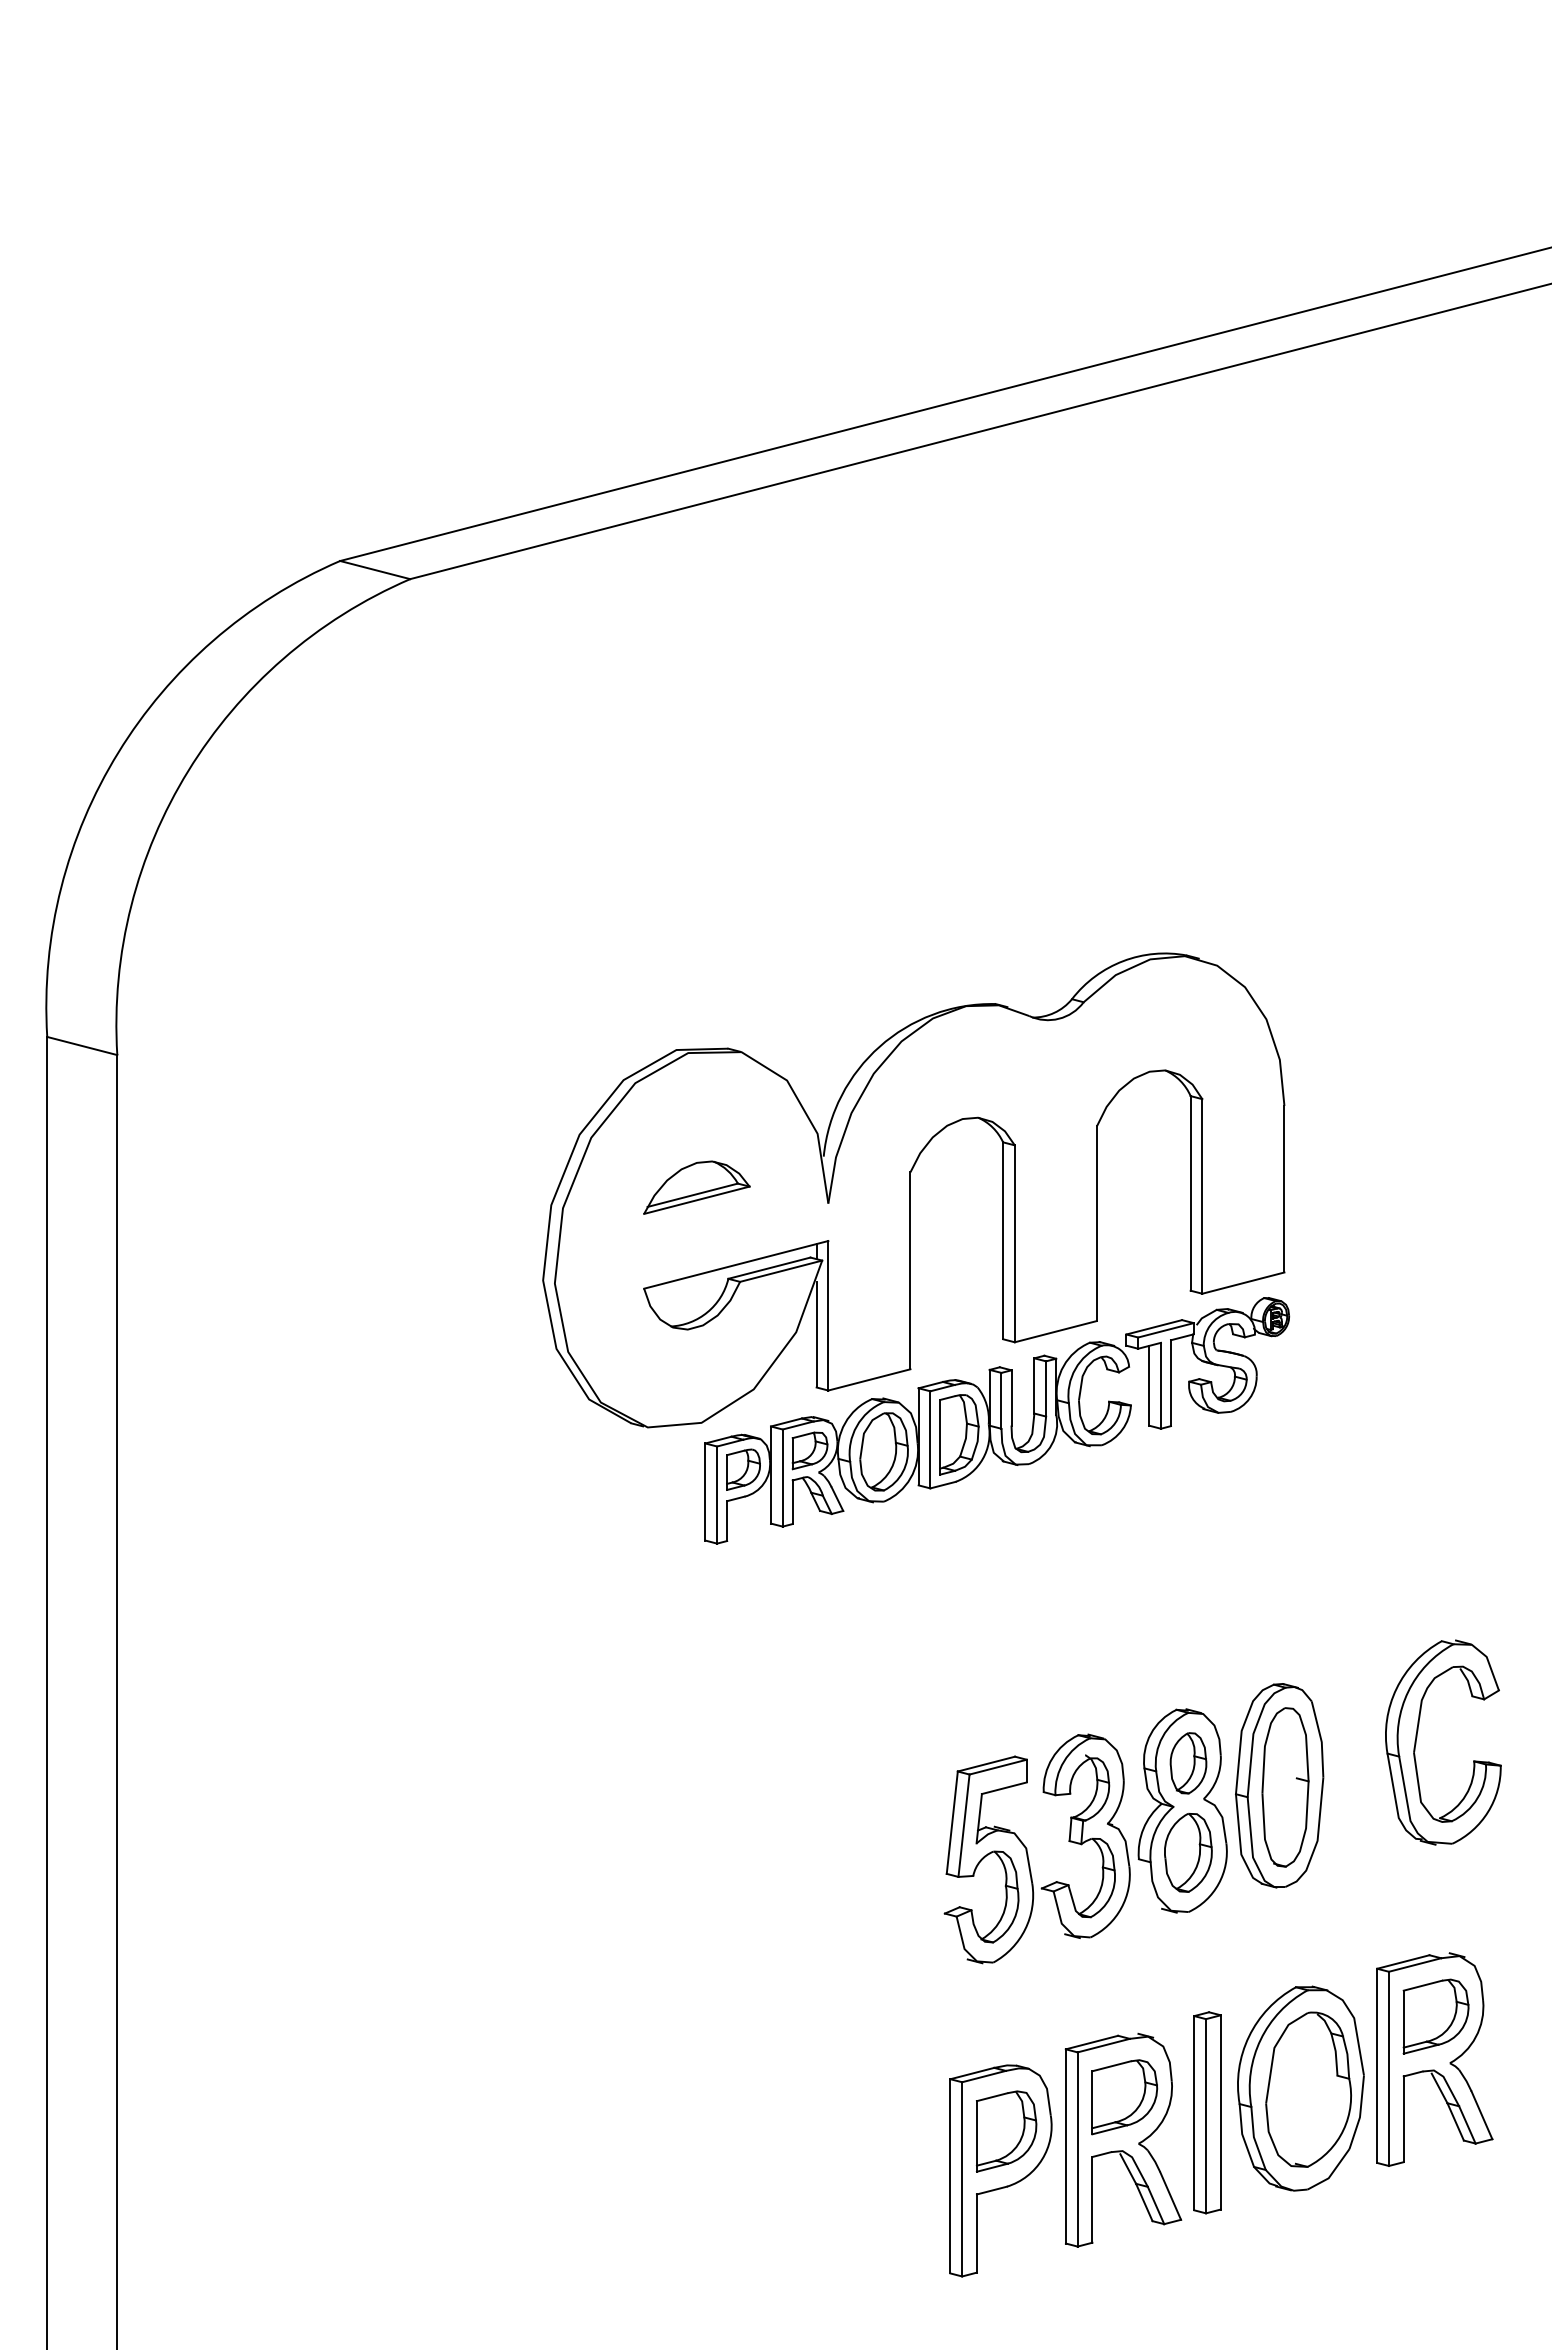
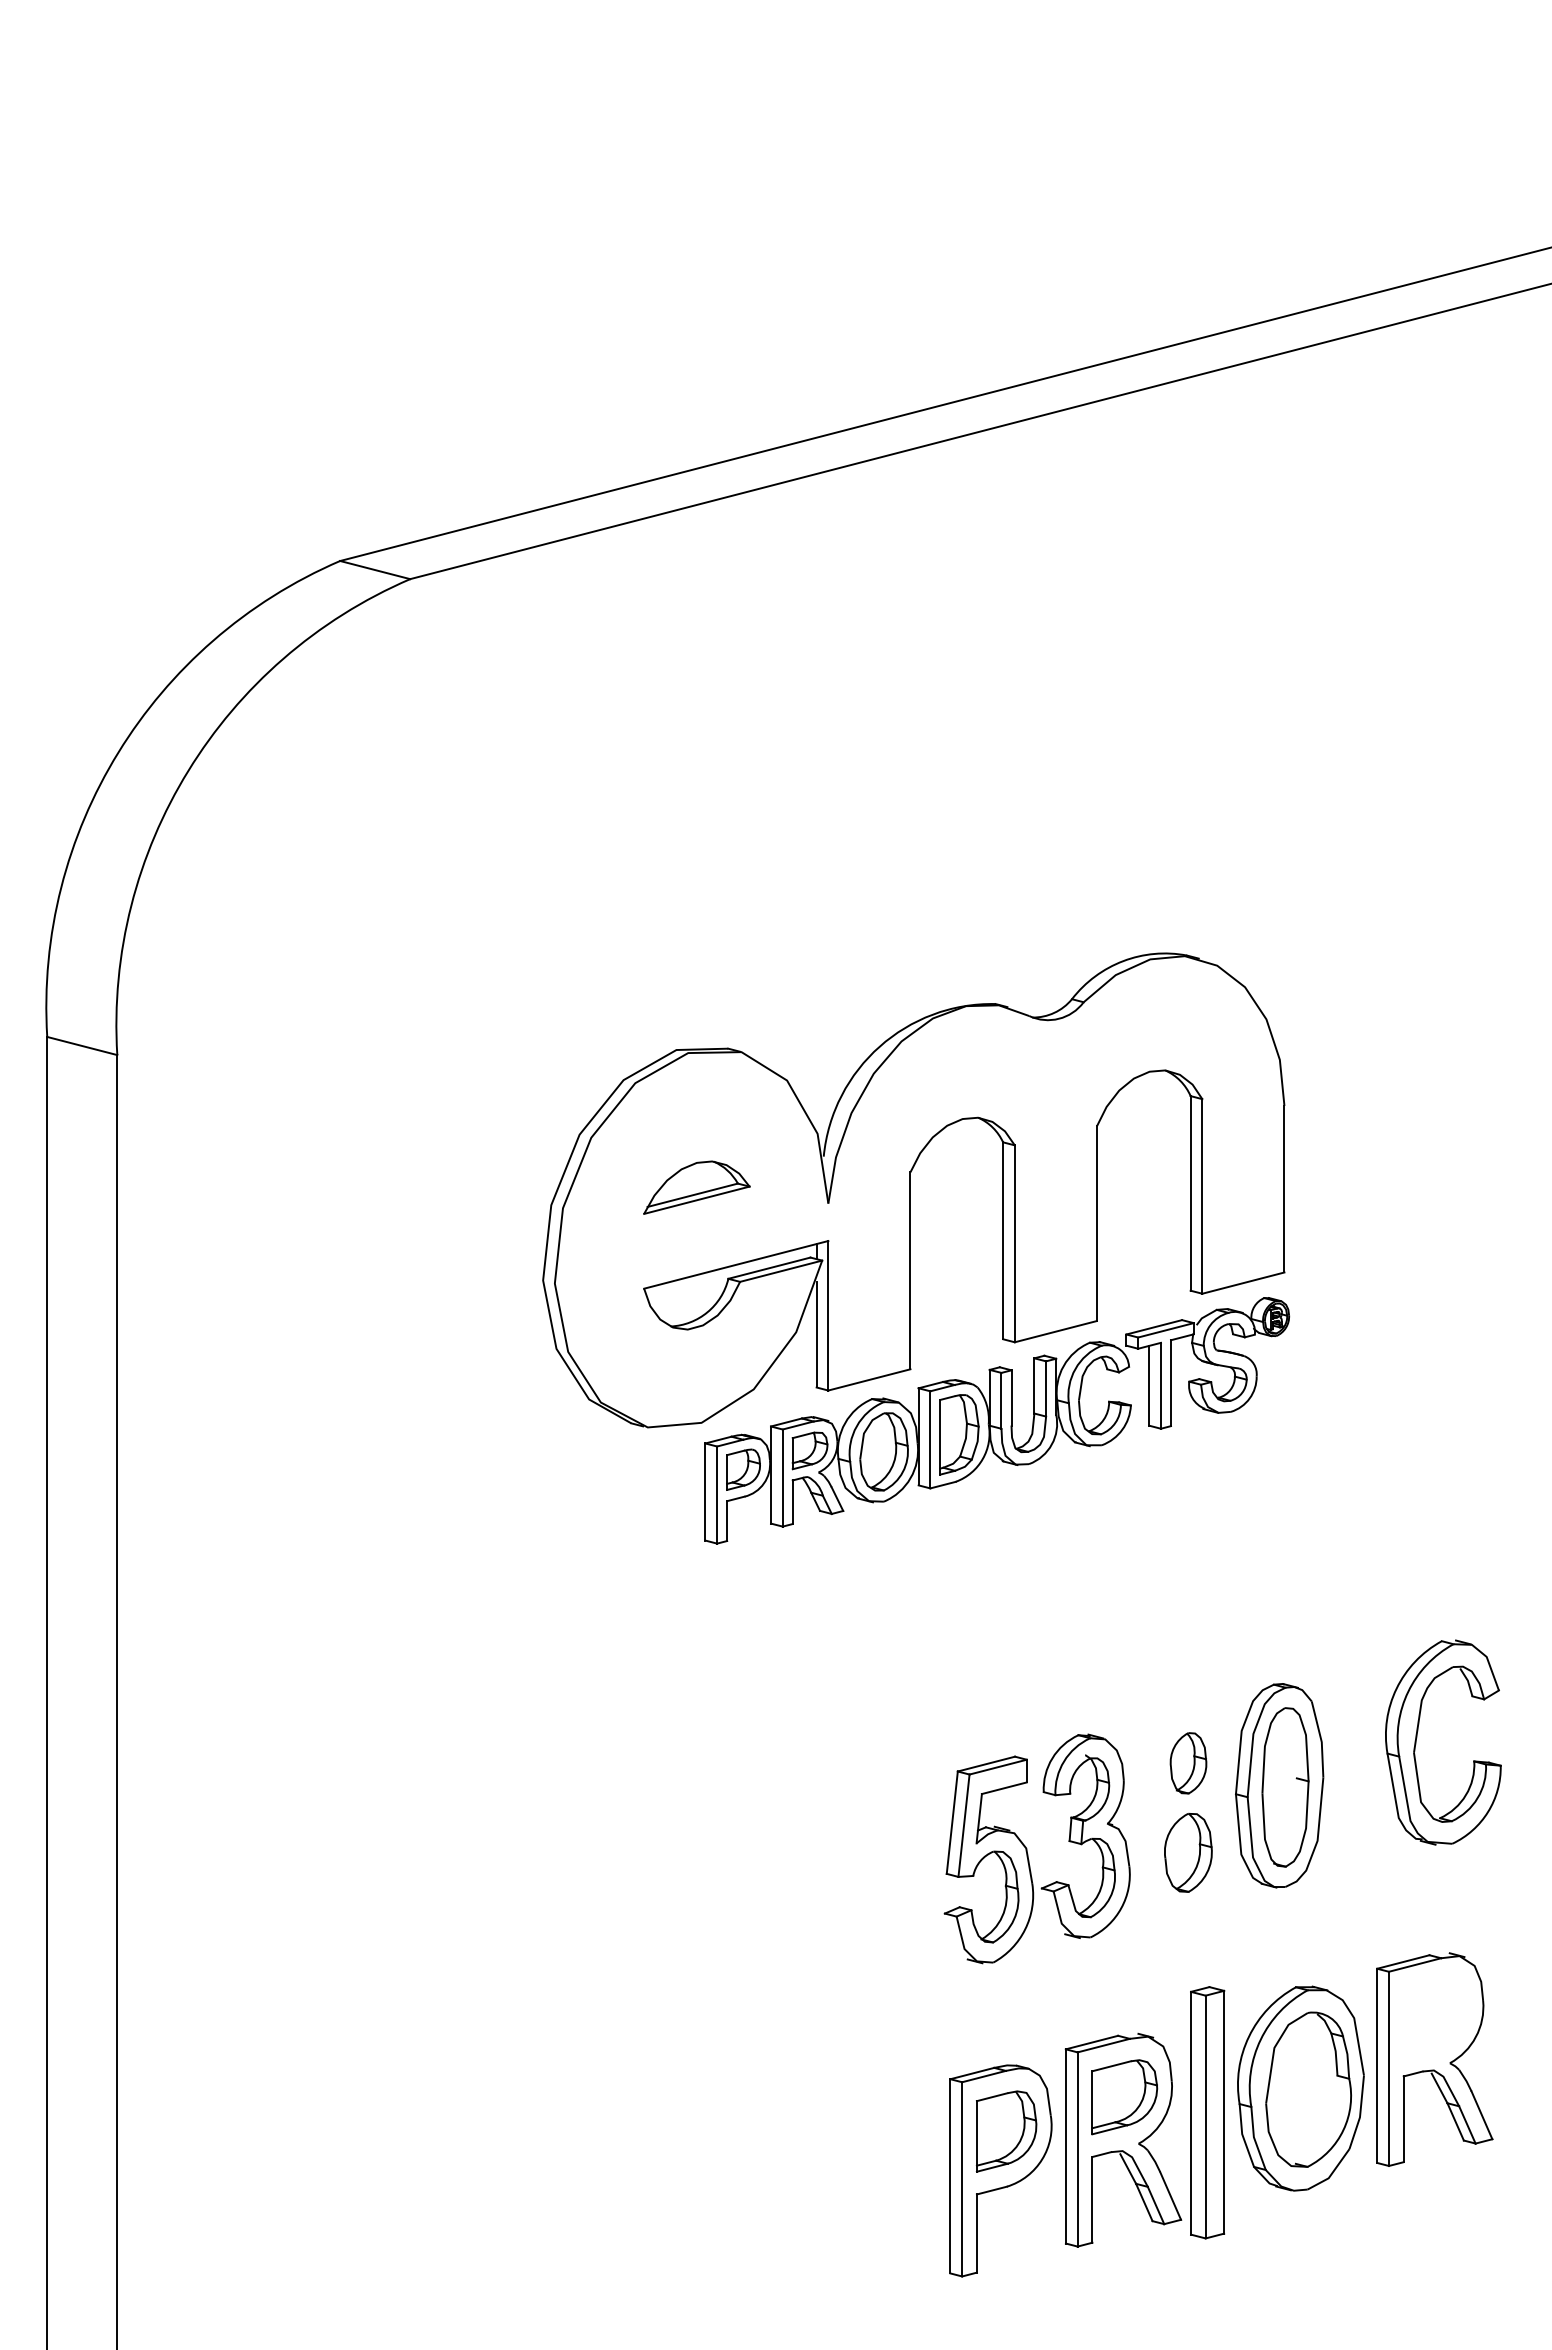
part at (1182, 1810): present -> none
part at (1435, 2016): present -> none
part at (1207, 2112) size: 29x204 px -> 36x254 px
